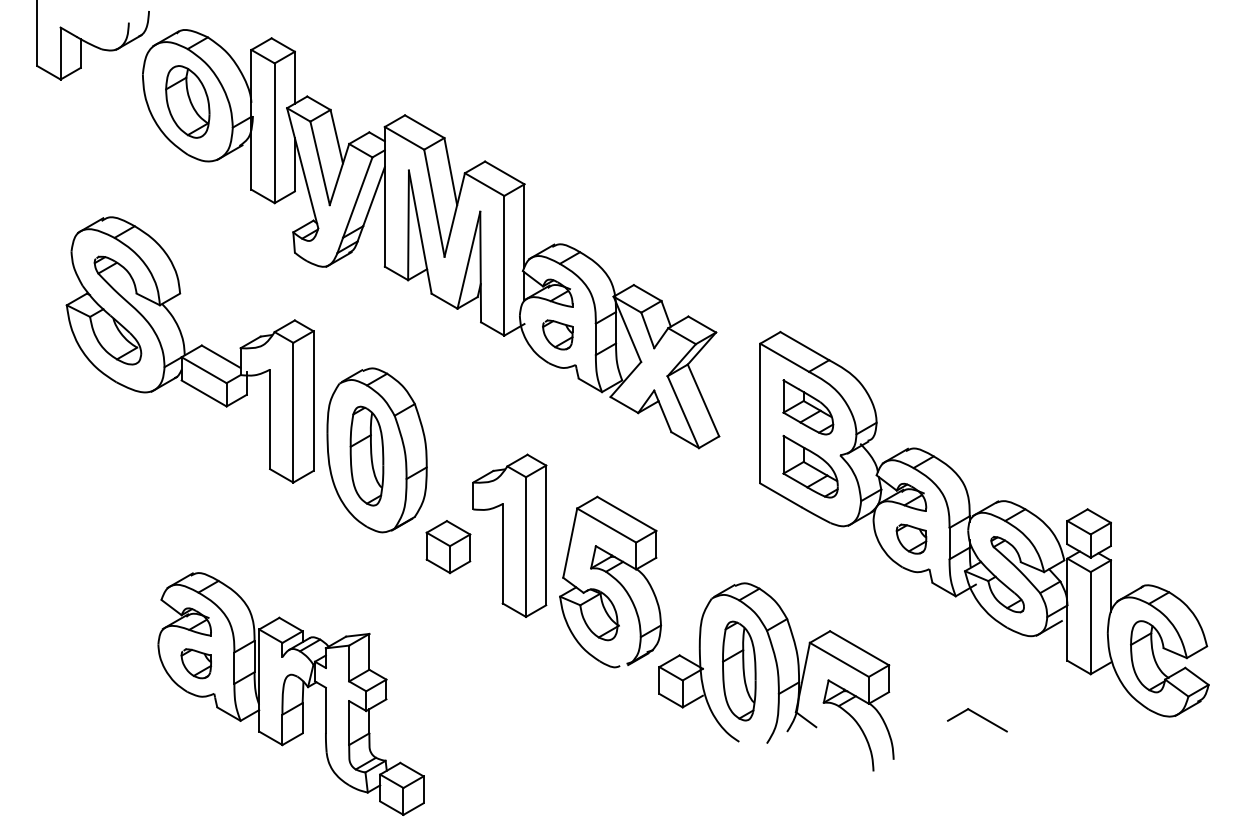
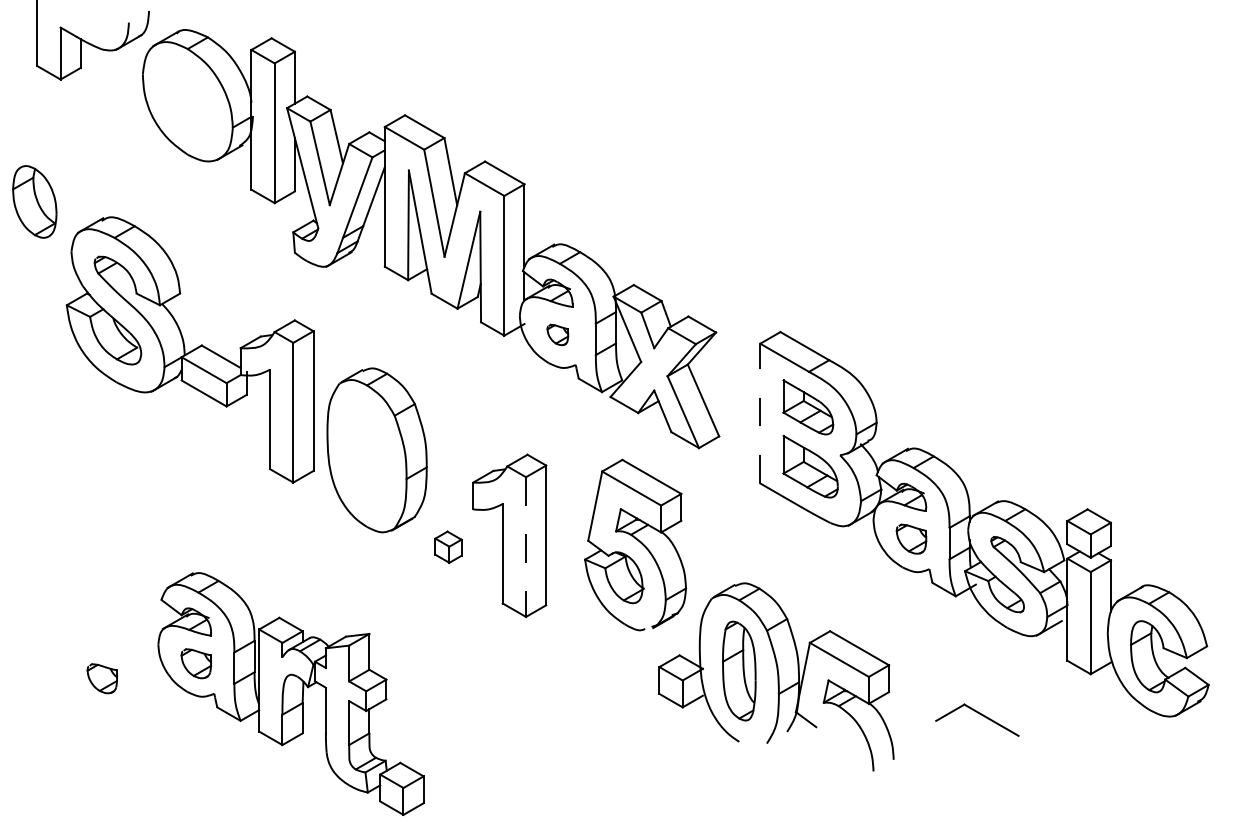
part at (187, 101) position: (187, 101) -> (34, 201)
part at (557, 334) size: 32x32 px -> 24x23 px
line at (760, 413): solid -> dashed
part at (366, 455): present -> none
part at (448, 547) size: 47x55 px -> 29x34 px
line at (526, 547): solid -> dashed
part at (610, 581) position: (610, 581) -> (635, 544)
part at (101, 678): none -> present
part at (977, 720) size: 61x25 px -> 85x34 px
